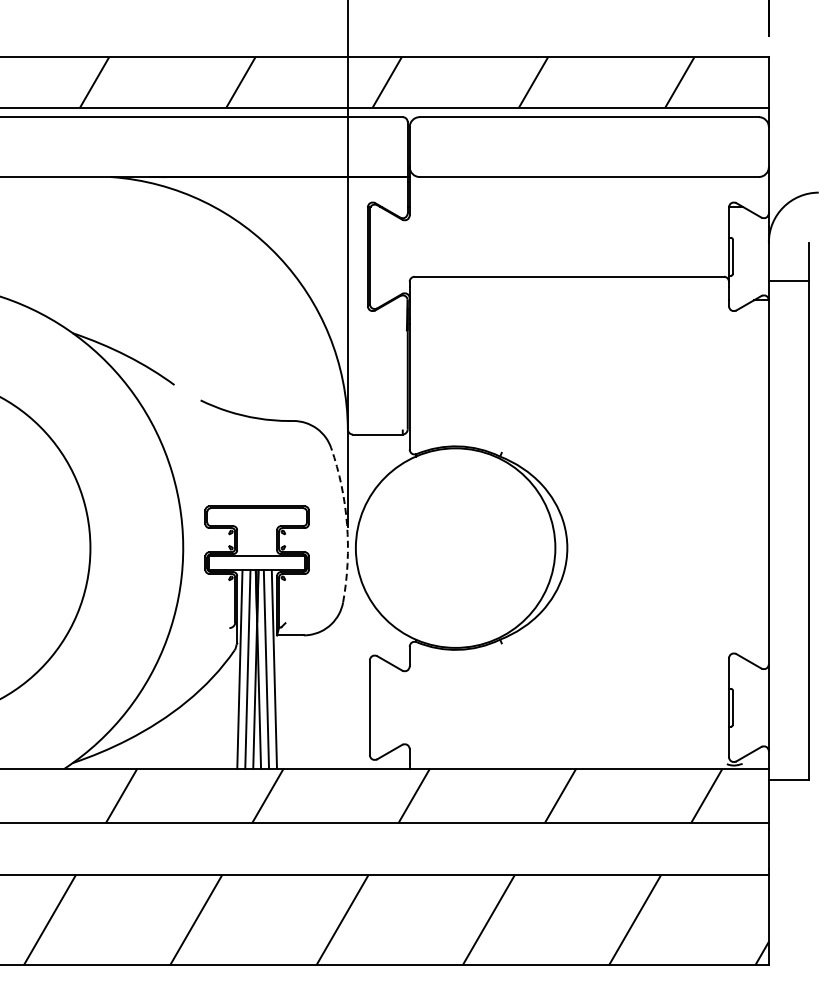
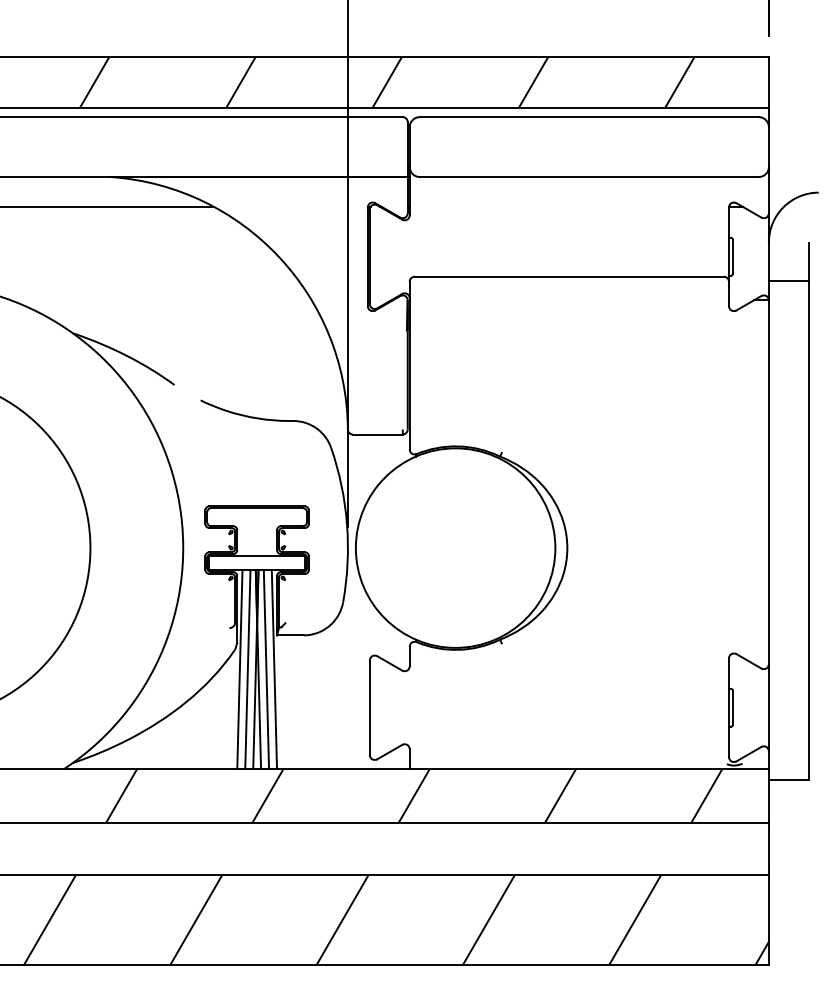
line at (108, 206): none -> present
arc at (347, 524): dashed -> solid
